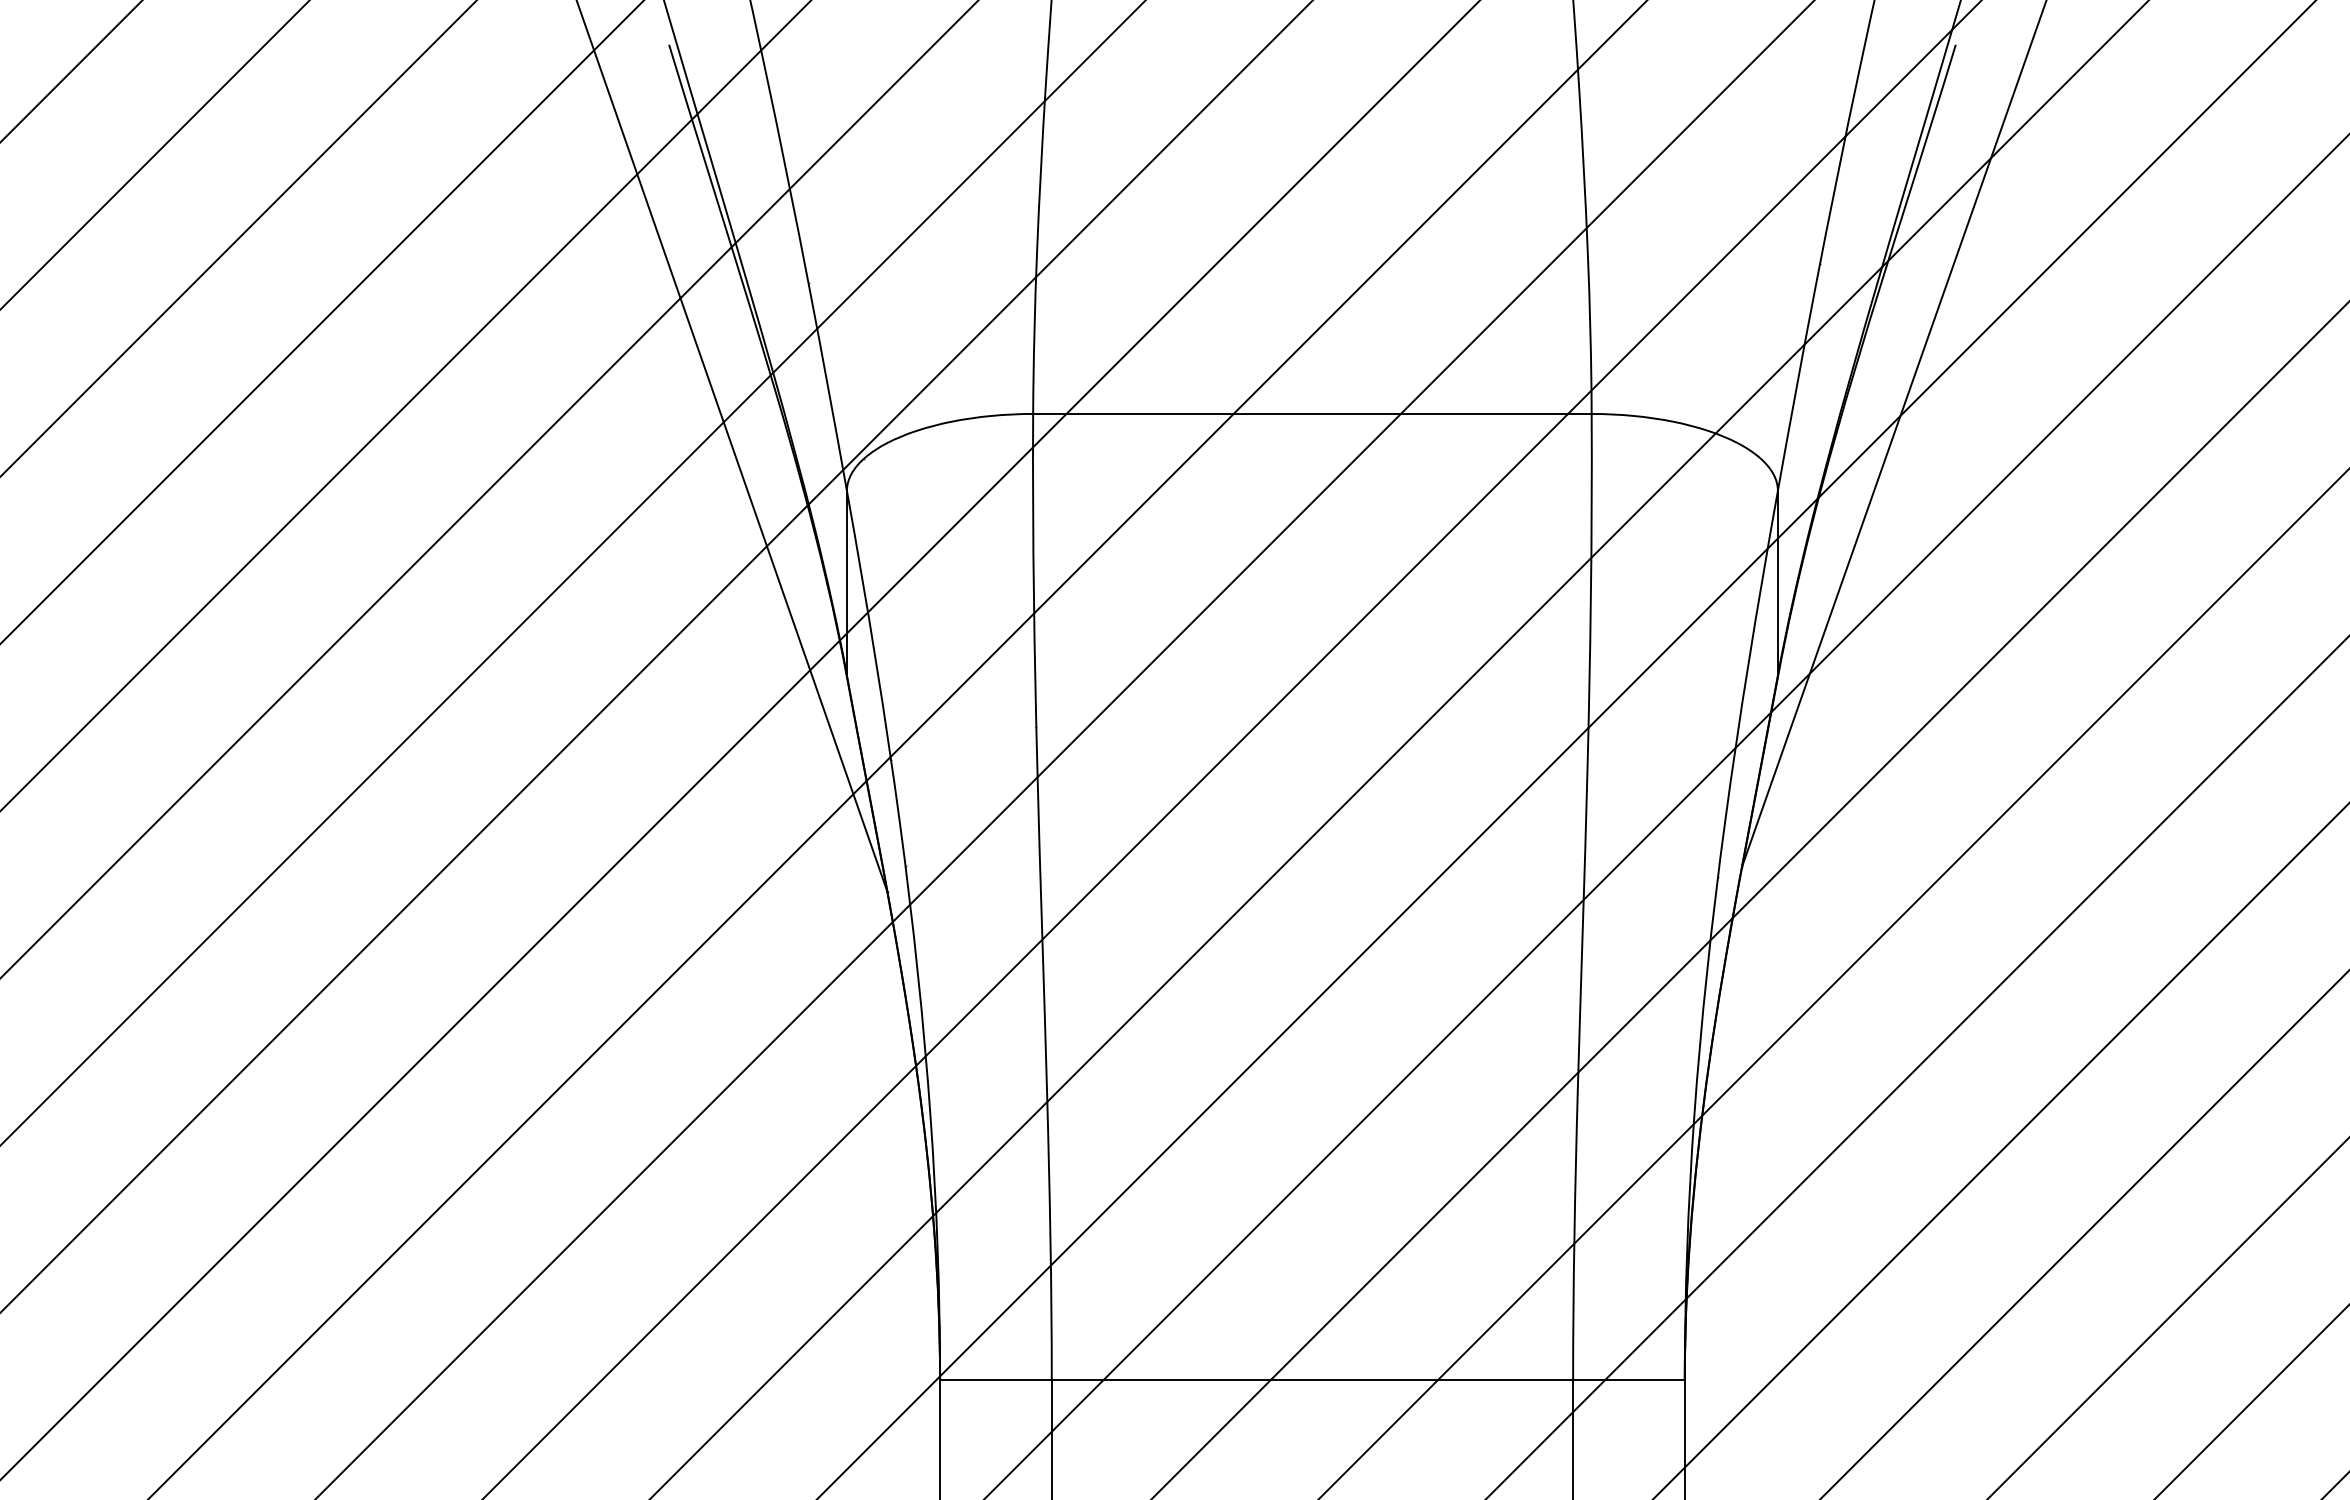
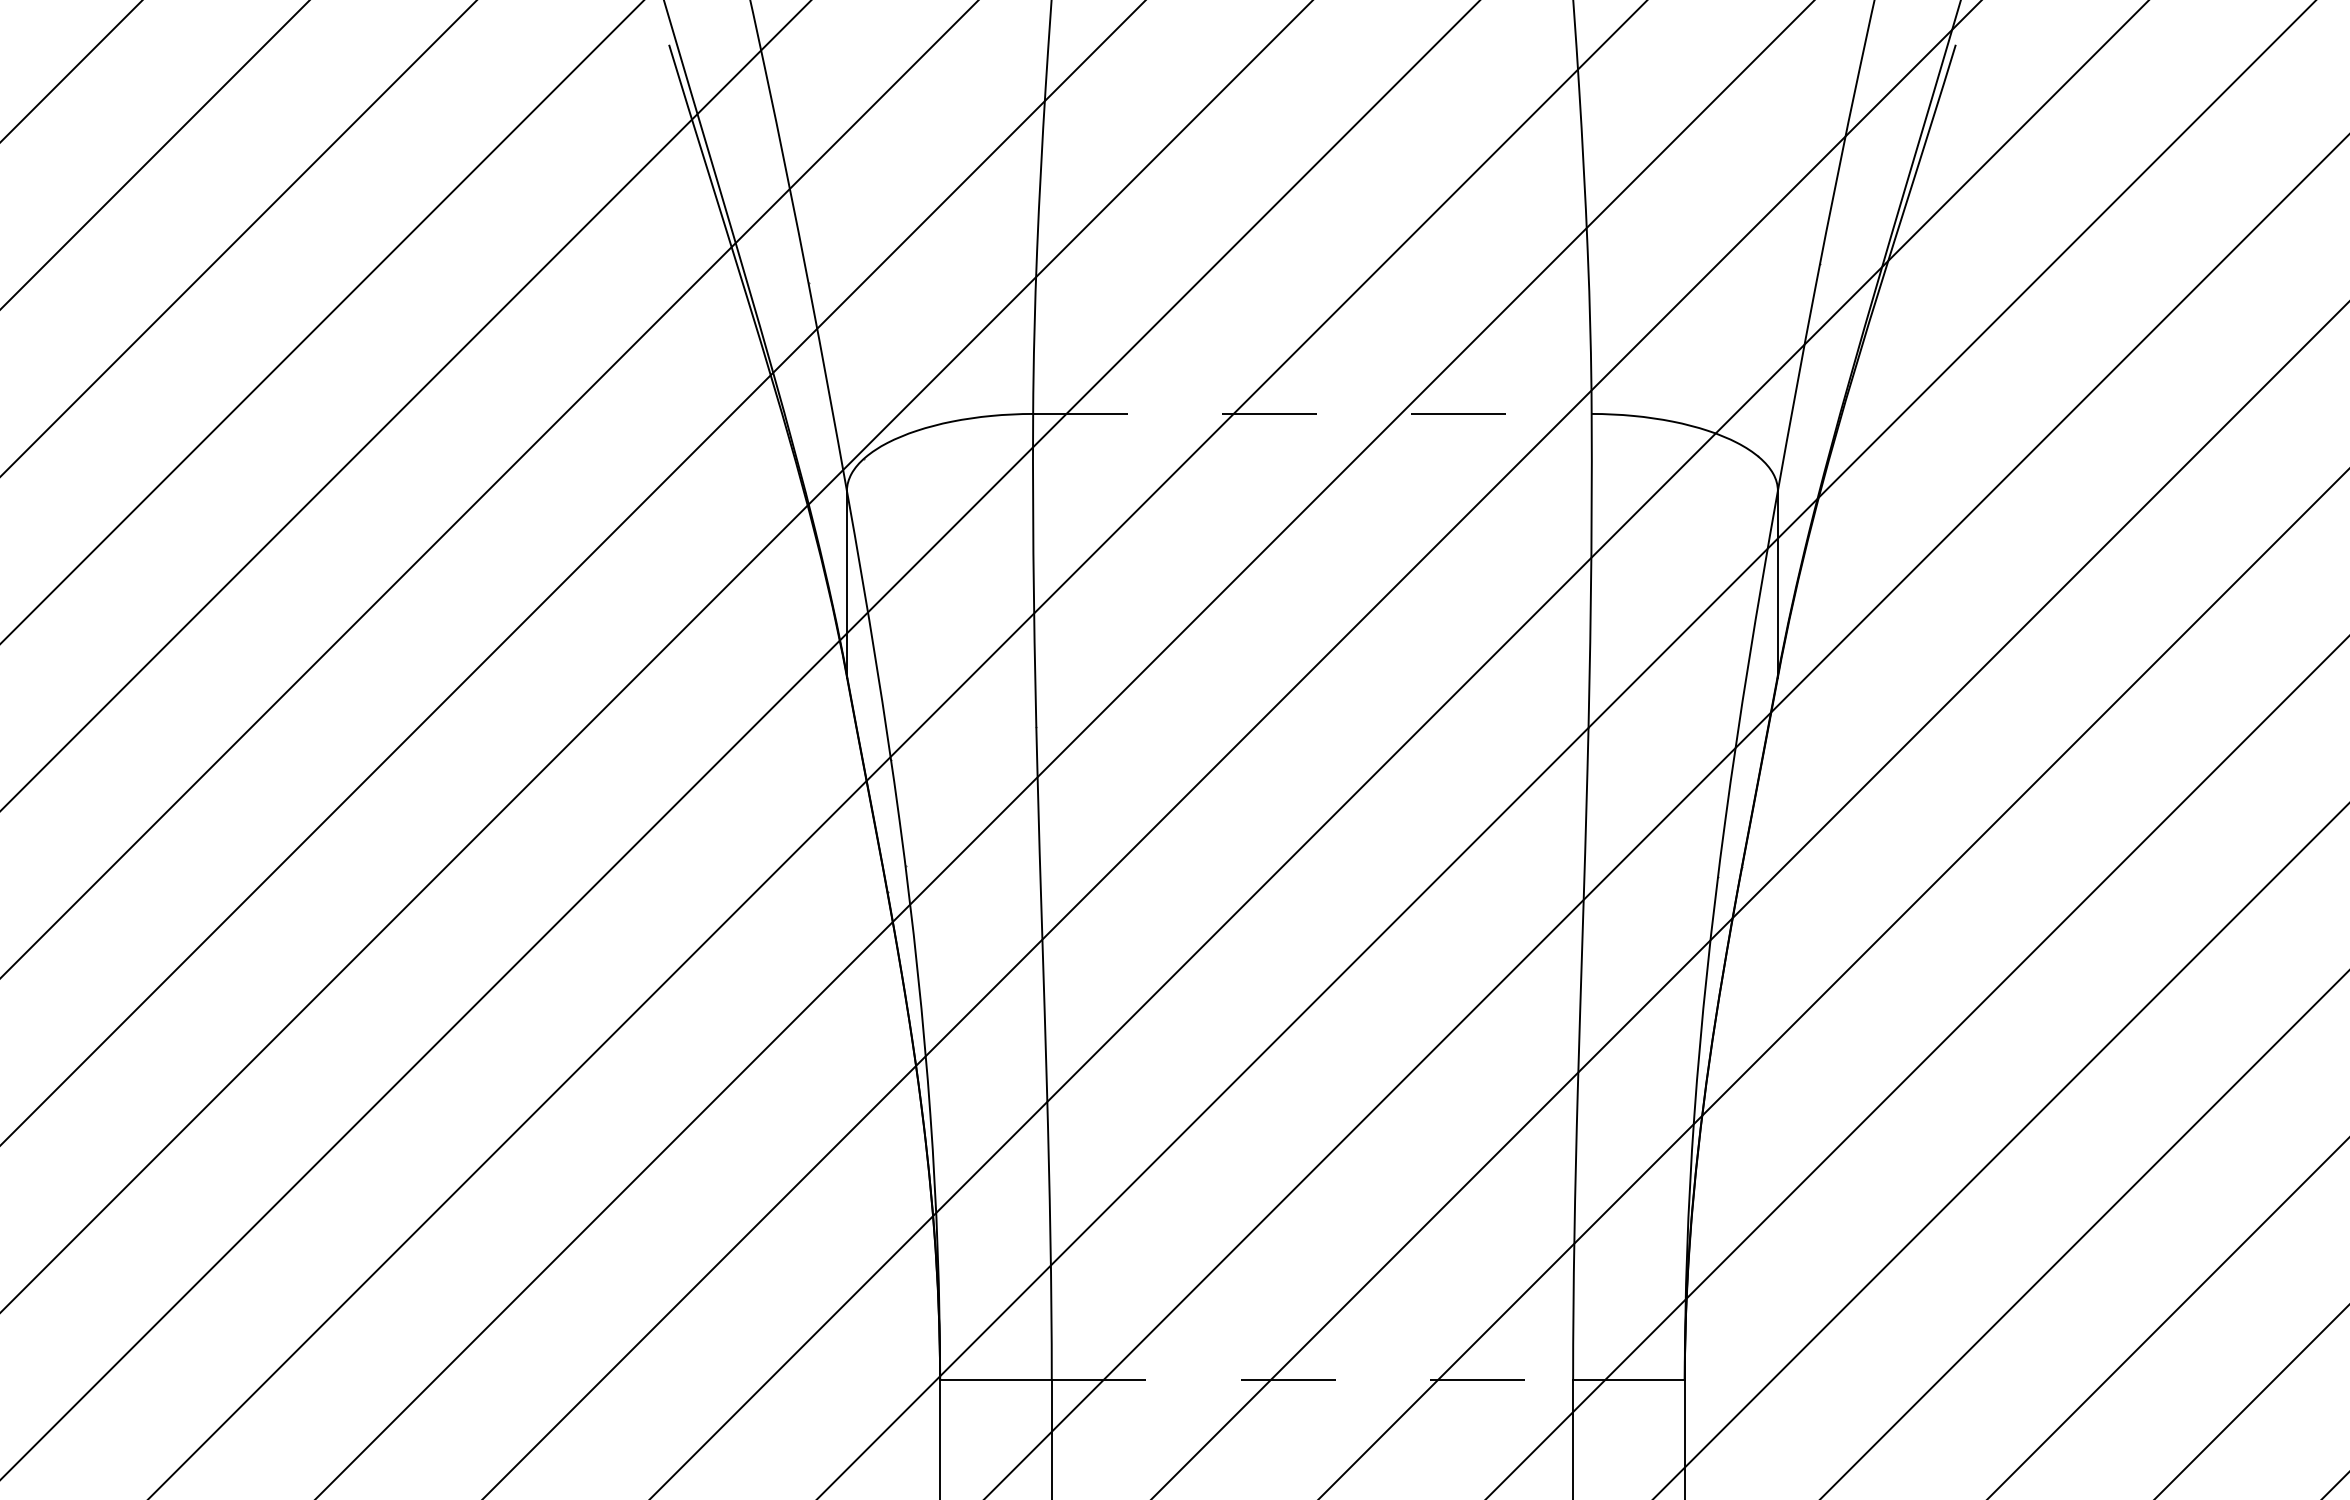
line at (1312, 413): solid -> dashed
line at (1893, 434): present -> none
line at (732, 446): present -> none
line at (1312, 1379): solid -> dashed
